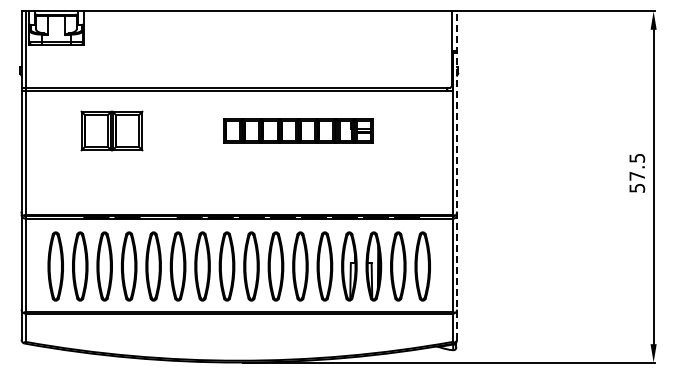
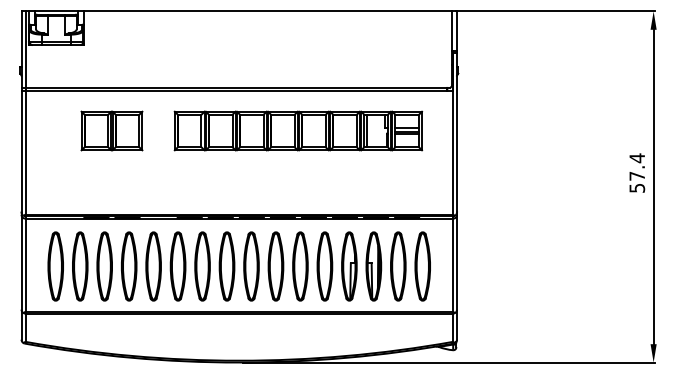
part at (298, 130) size: 151x26 px -> 251x42 px
text at (637, 158): 57.5 -> 57.4
line at (457, 175): dashed -> solid
